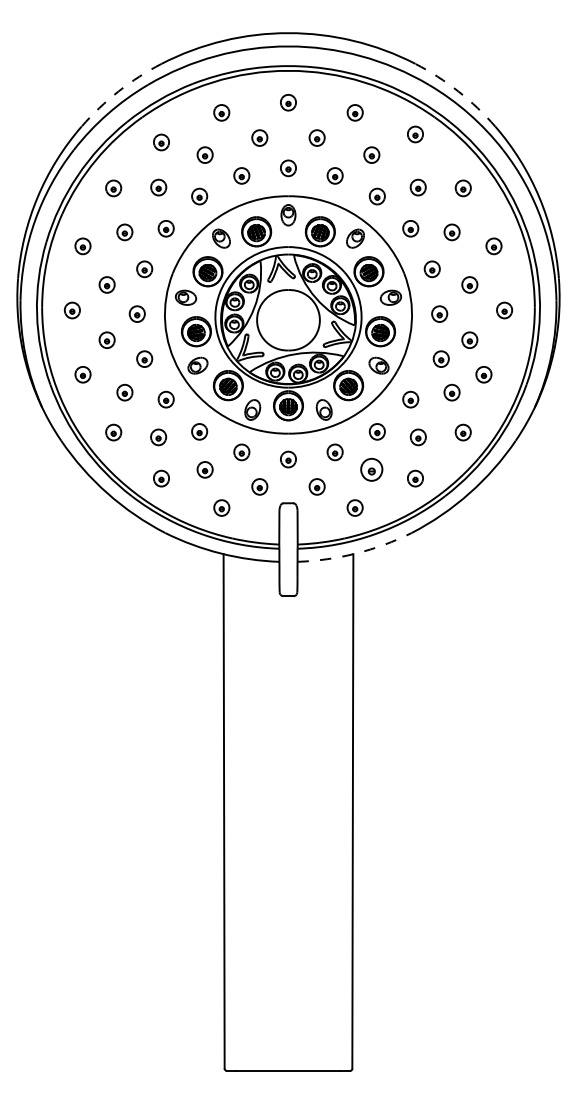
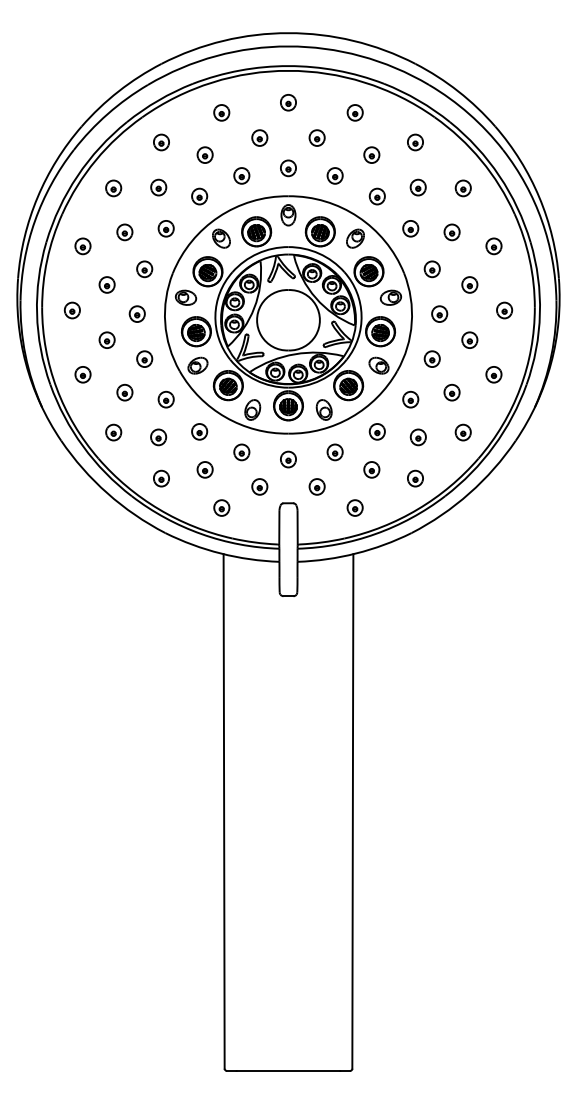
arc at (118, 91): dashed -> solid
arc at (458, 91): dashed -> solid
part at (415, 134) position: (415, 134) -> (415, 142)
part at (440, 358) position: (440, 358) -> (431, 358)
part at (483, 374) position: (483, 374) -> (493, 374)
part at (371, 469) size: 24x25 px -> 18x18 px
arc at (356, 553): dashed -> solid
